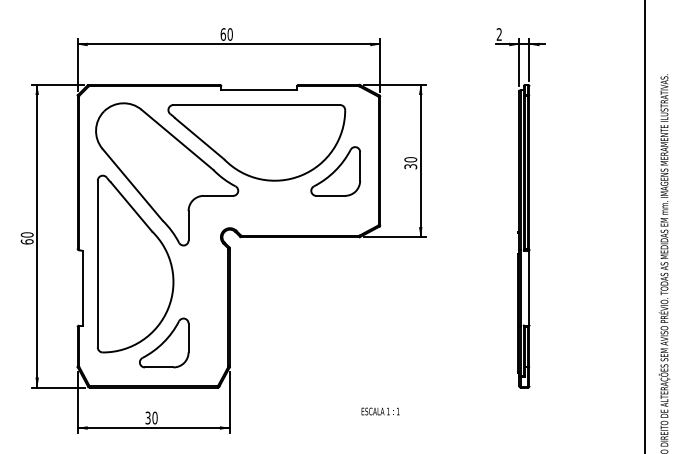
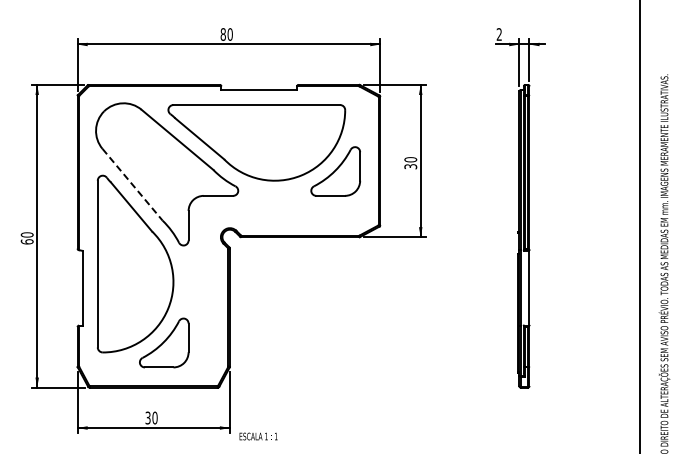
text at (222, 34): 60 -> 80
line at (132, 184): solid -> dashed
line at (645, 226) position: (645, 226) -> (640, 226)
text at (380, 411) position: (380, 411) -> (258, 436)
